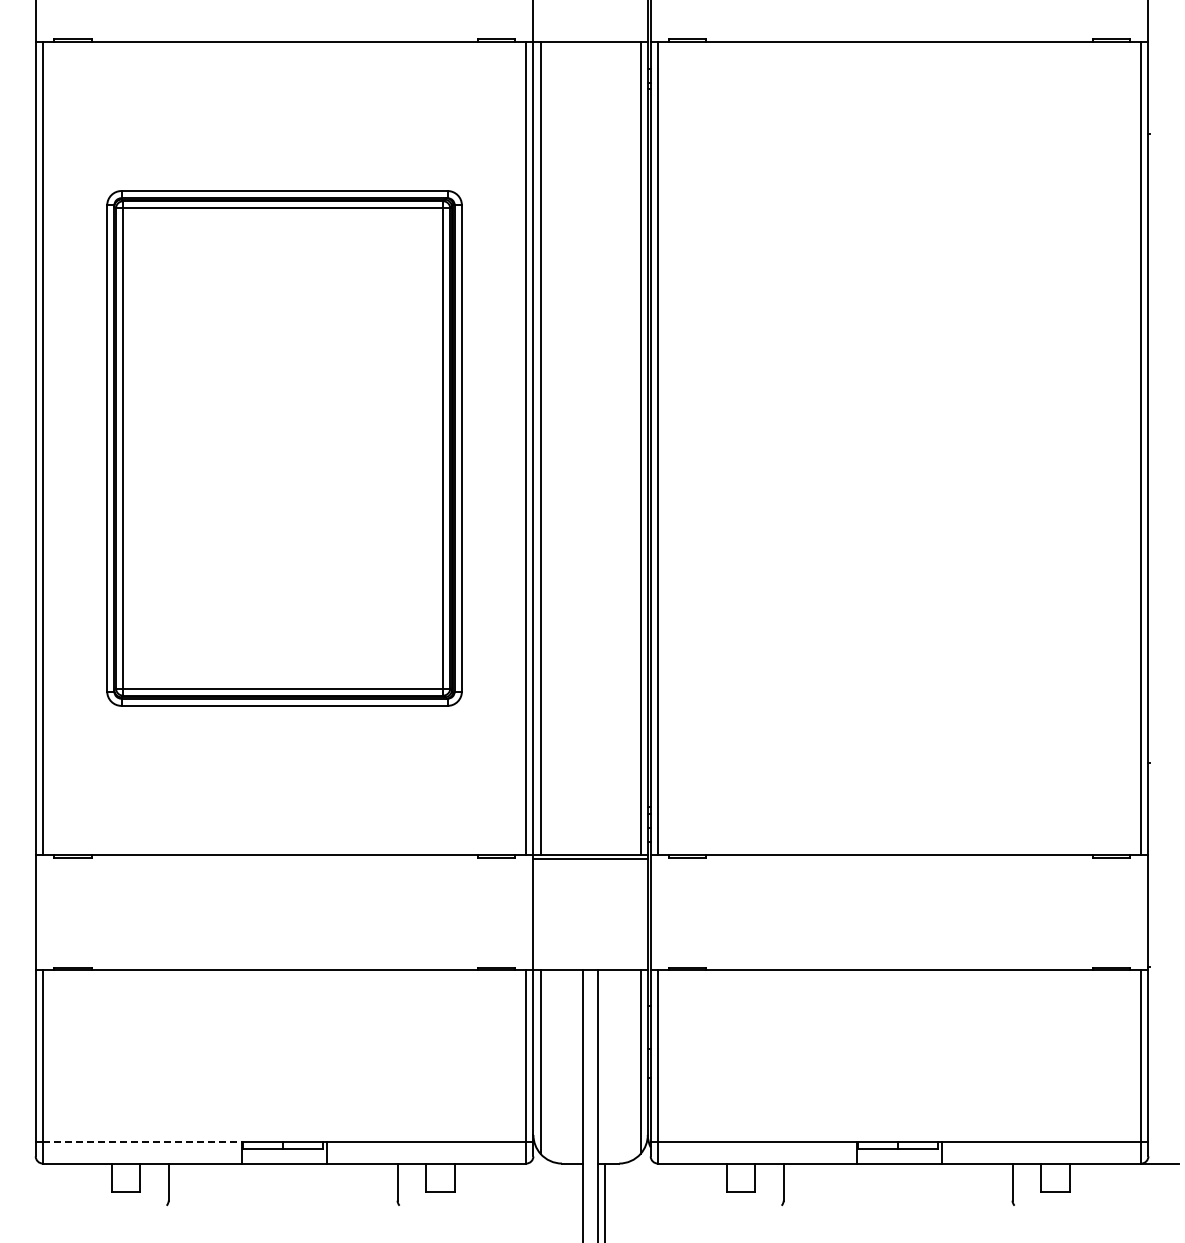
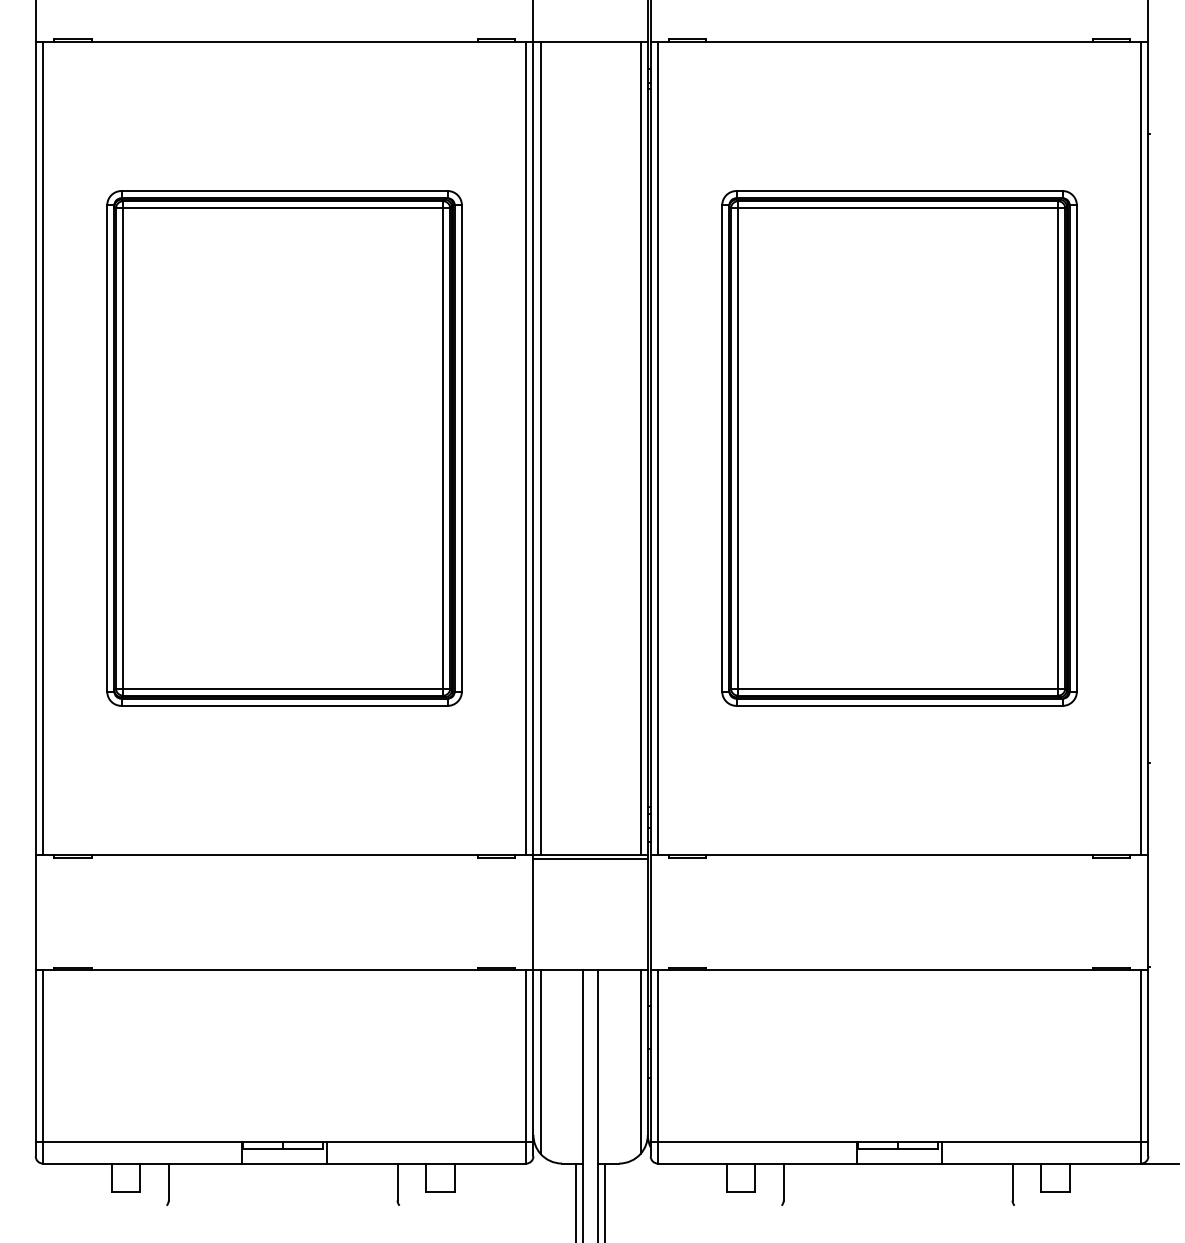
part at (899, 448): none -> present
line at (142, 1142): dashed -> solid
line at (576, 1201): none -> present
